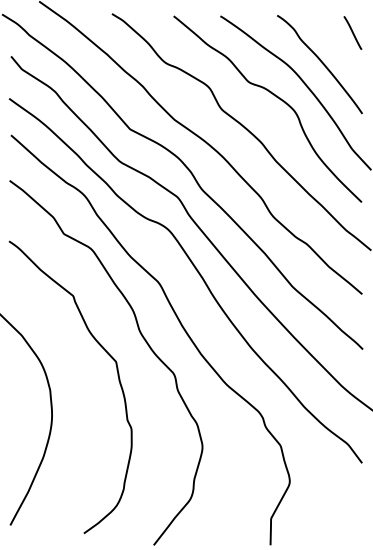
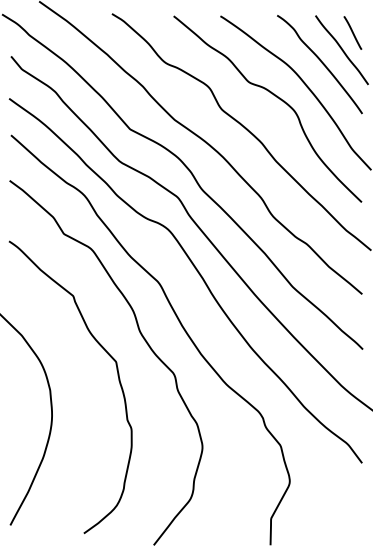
curve at (341, 50): none -> present
